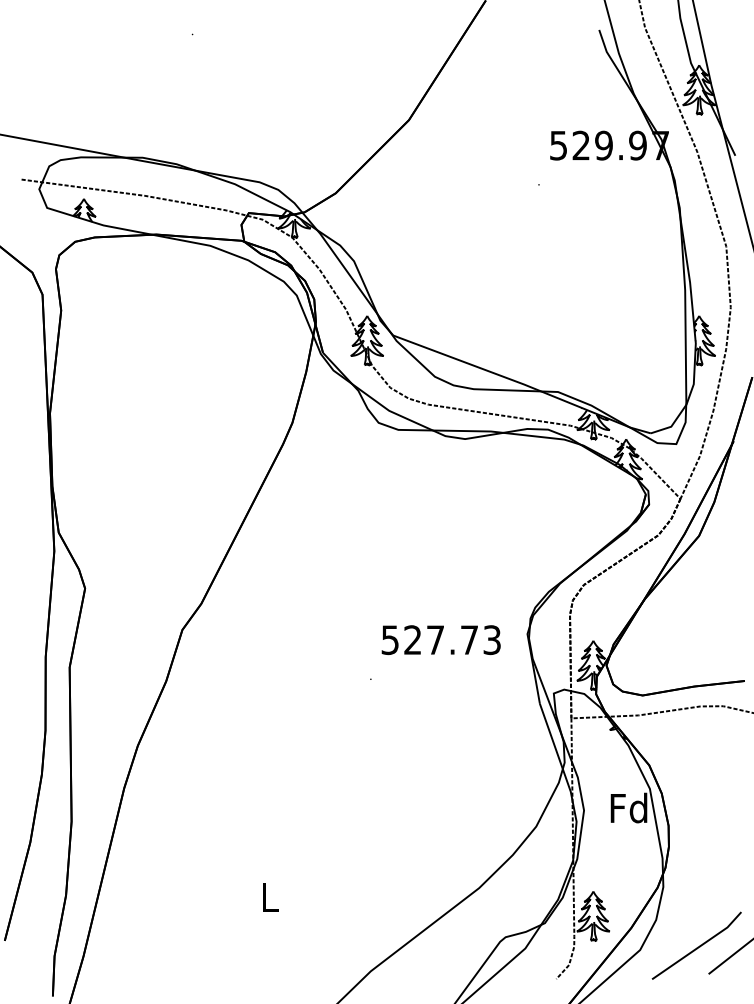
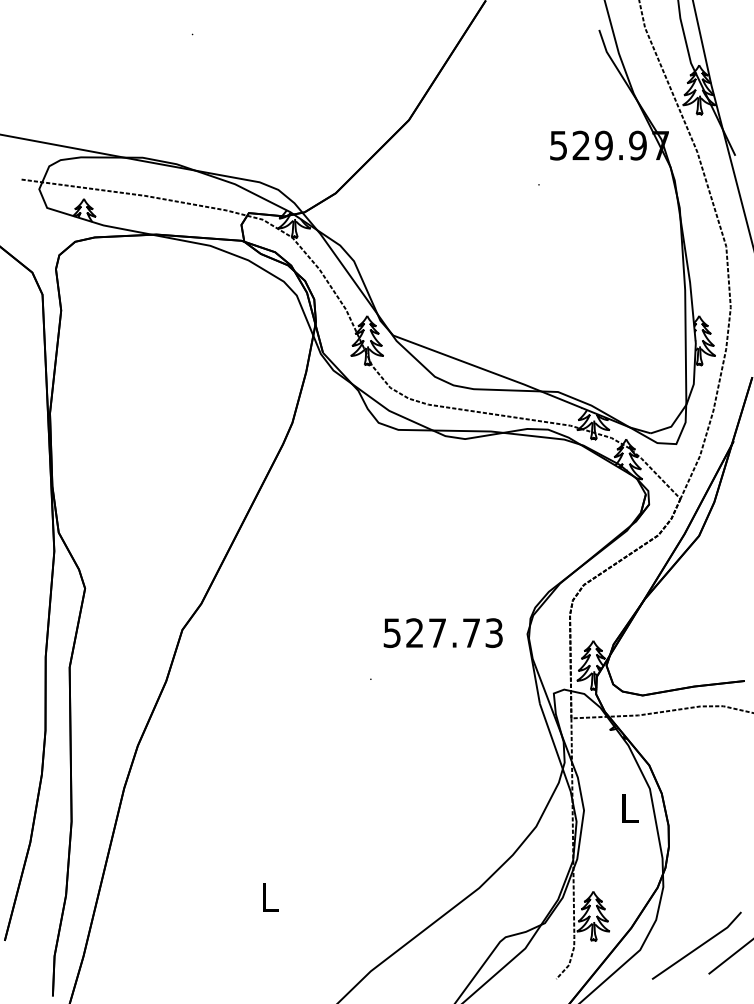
text at (440, 639) position: (440, 639) -> (442, 632)
text at (628, 807): Fd -> L
